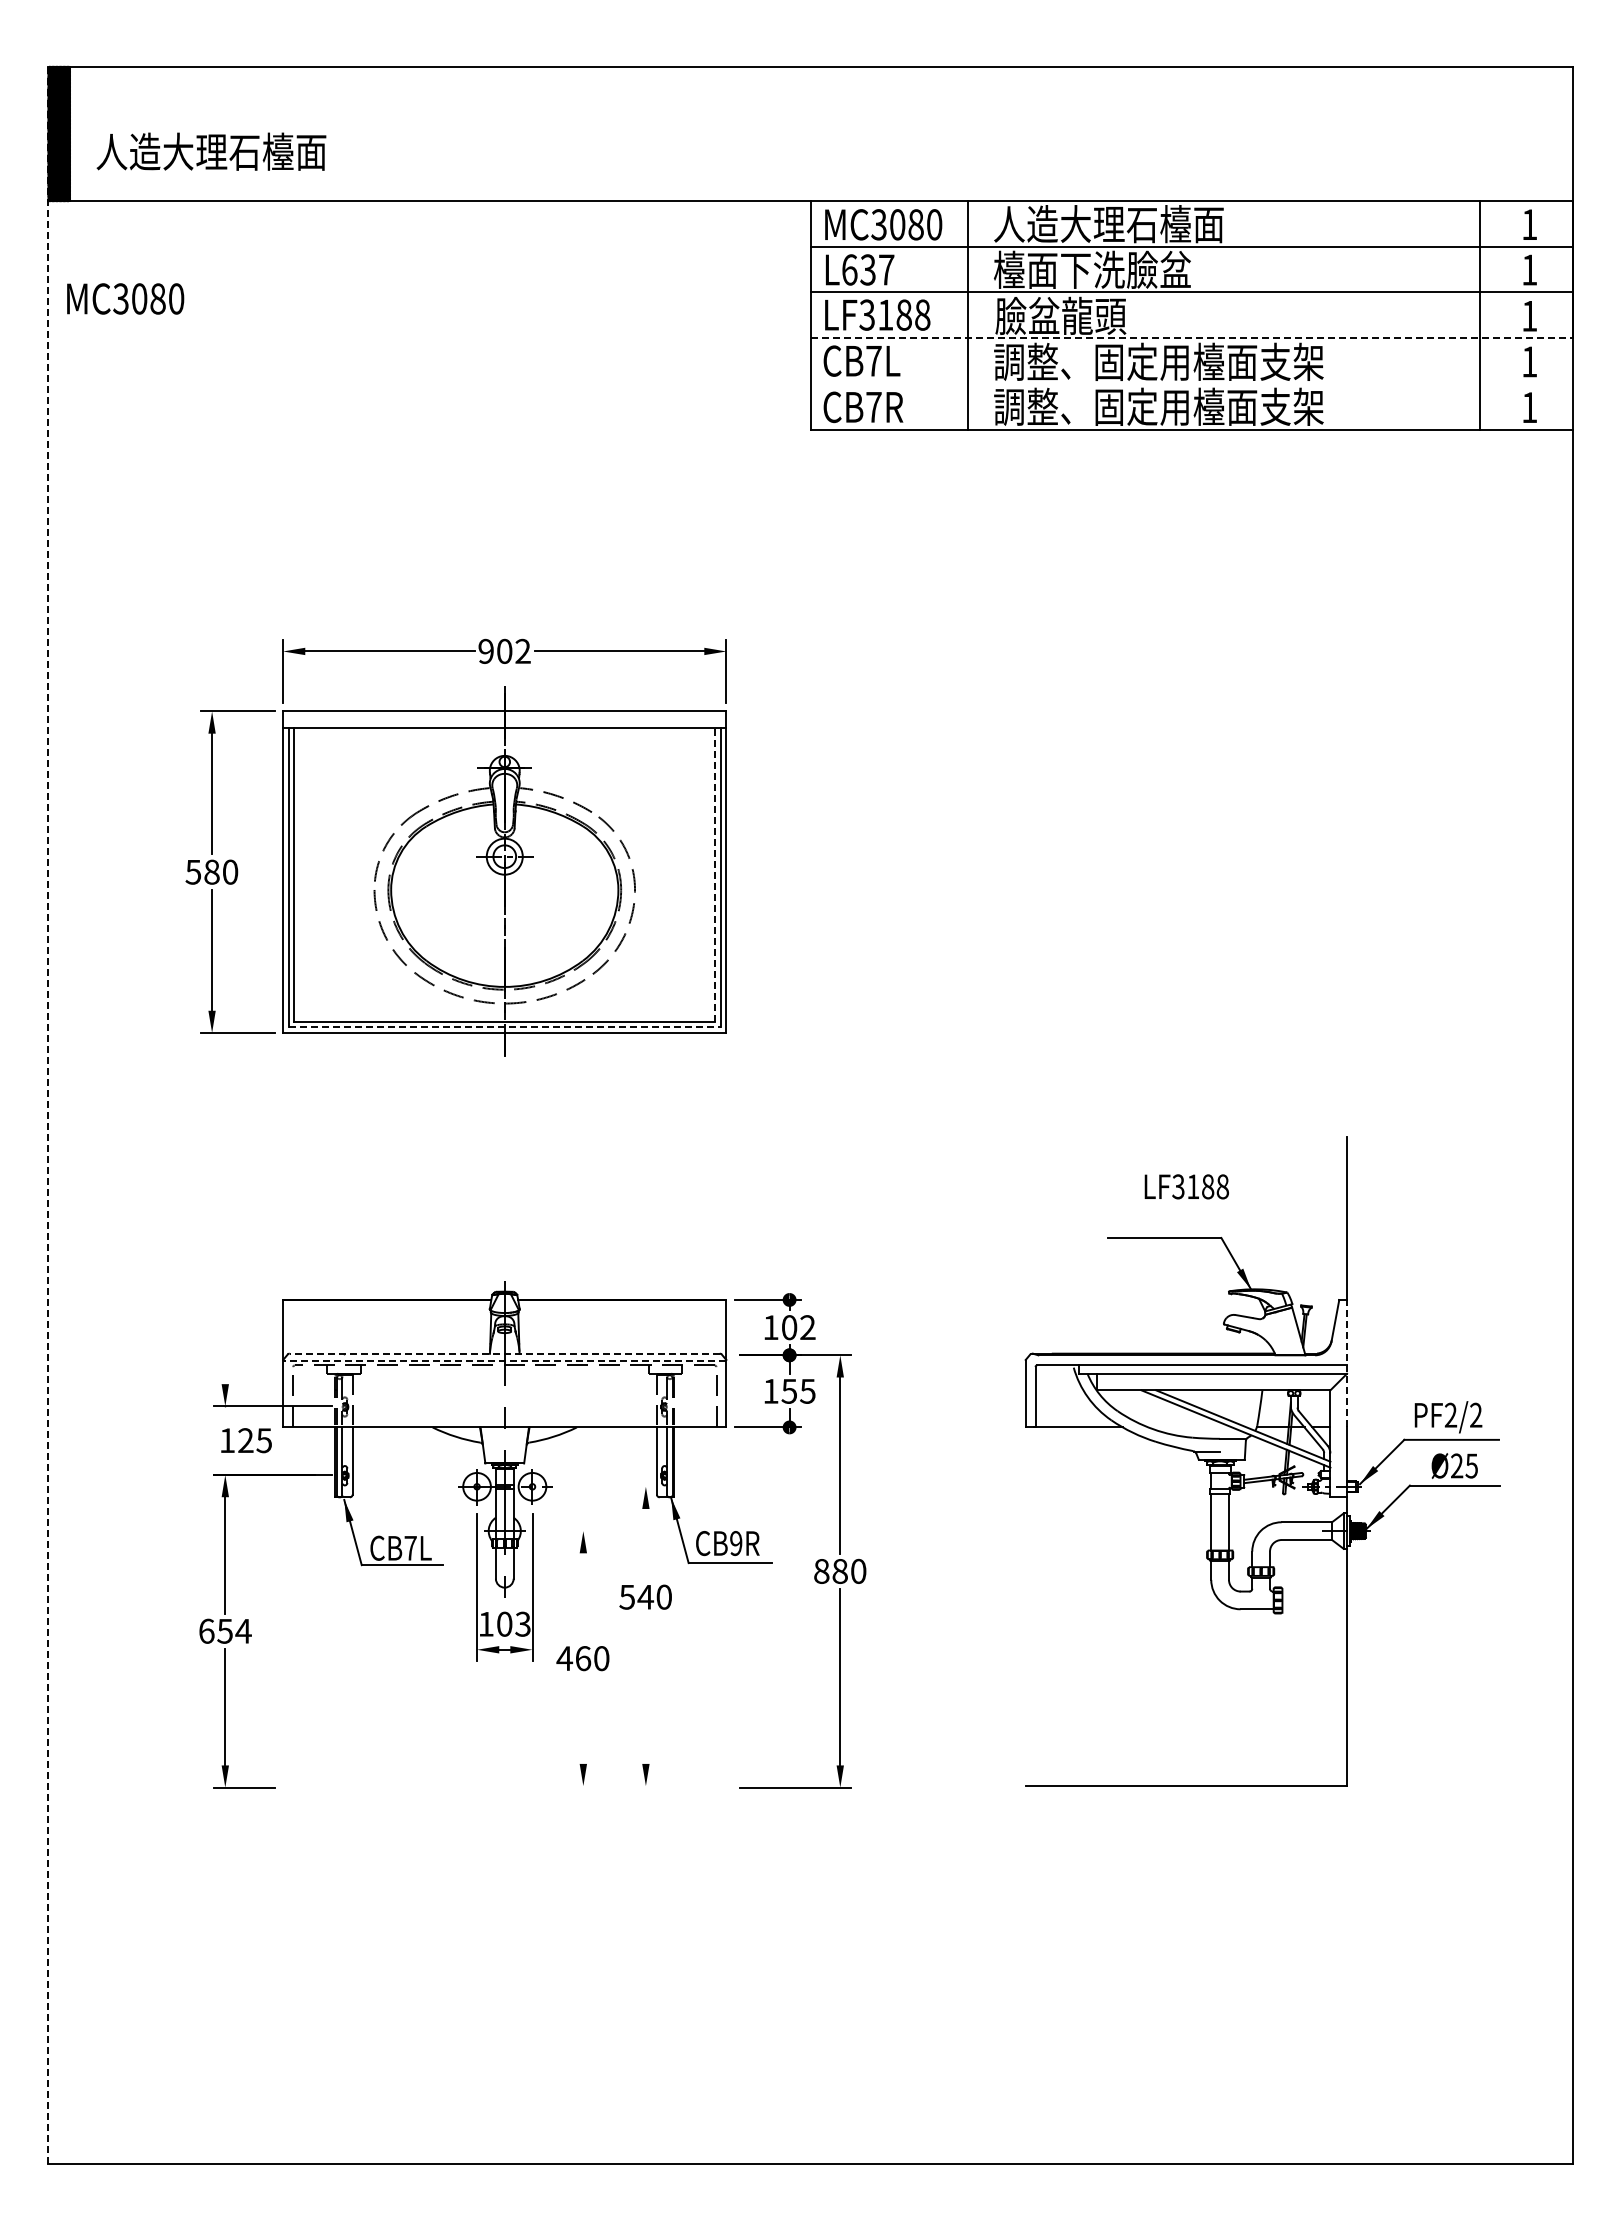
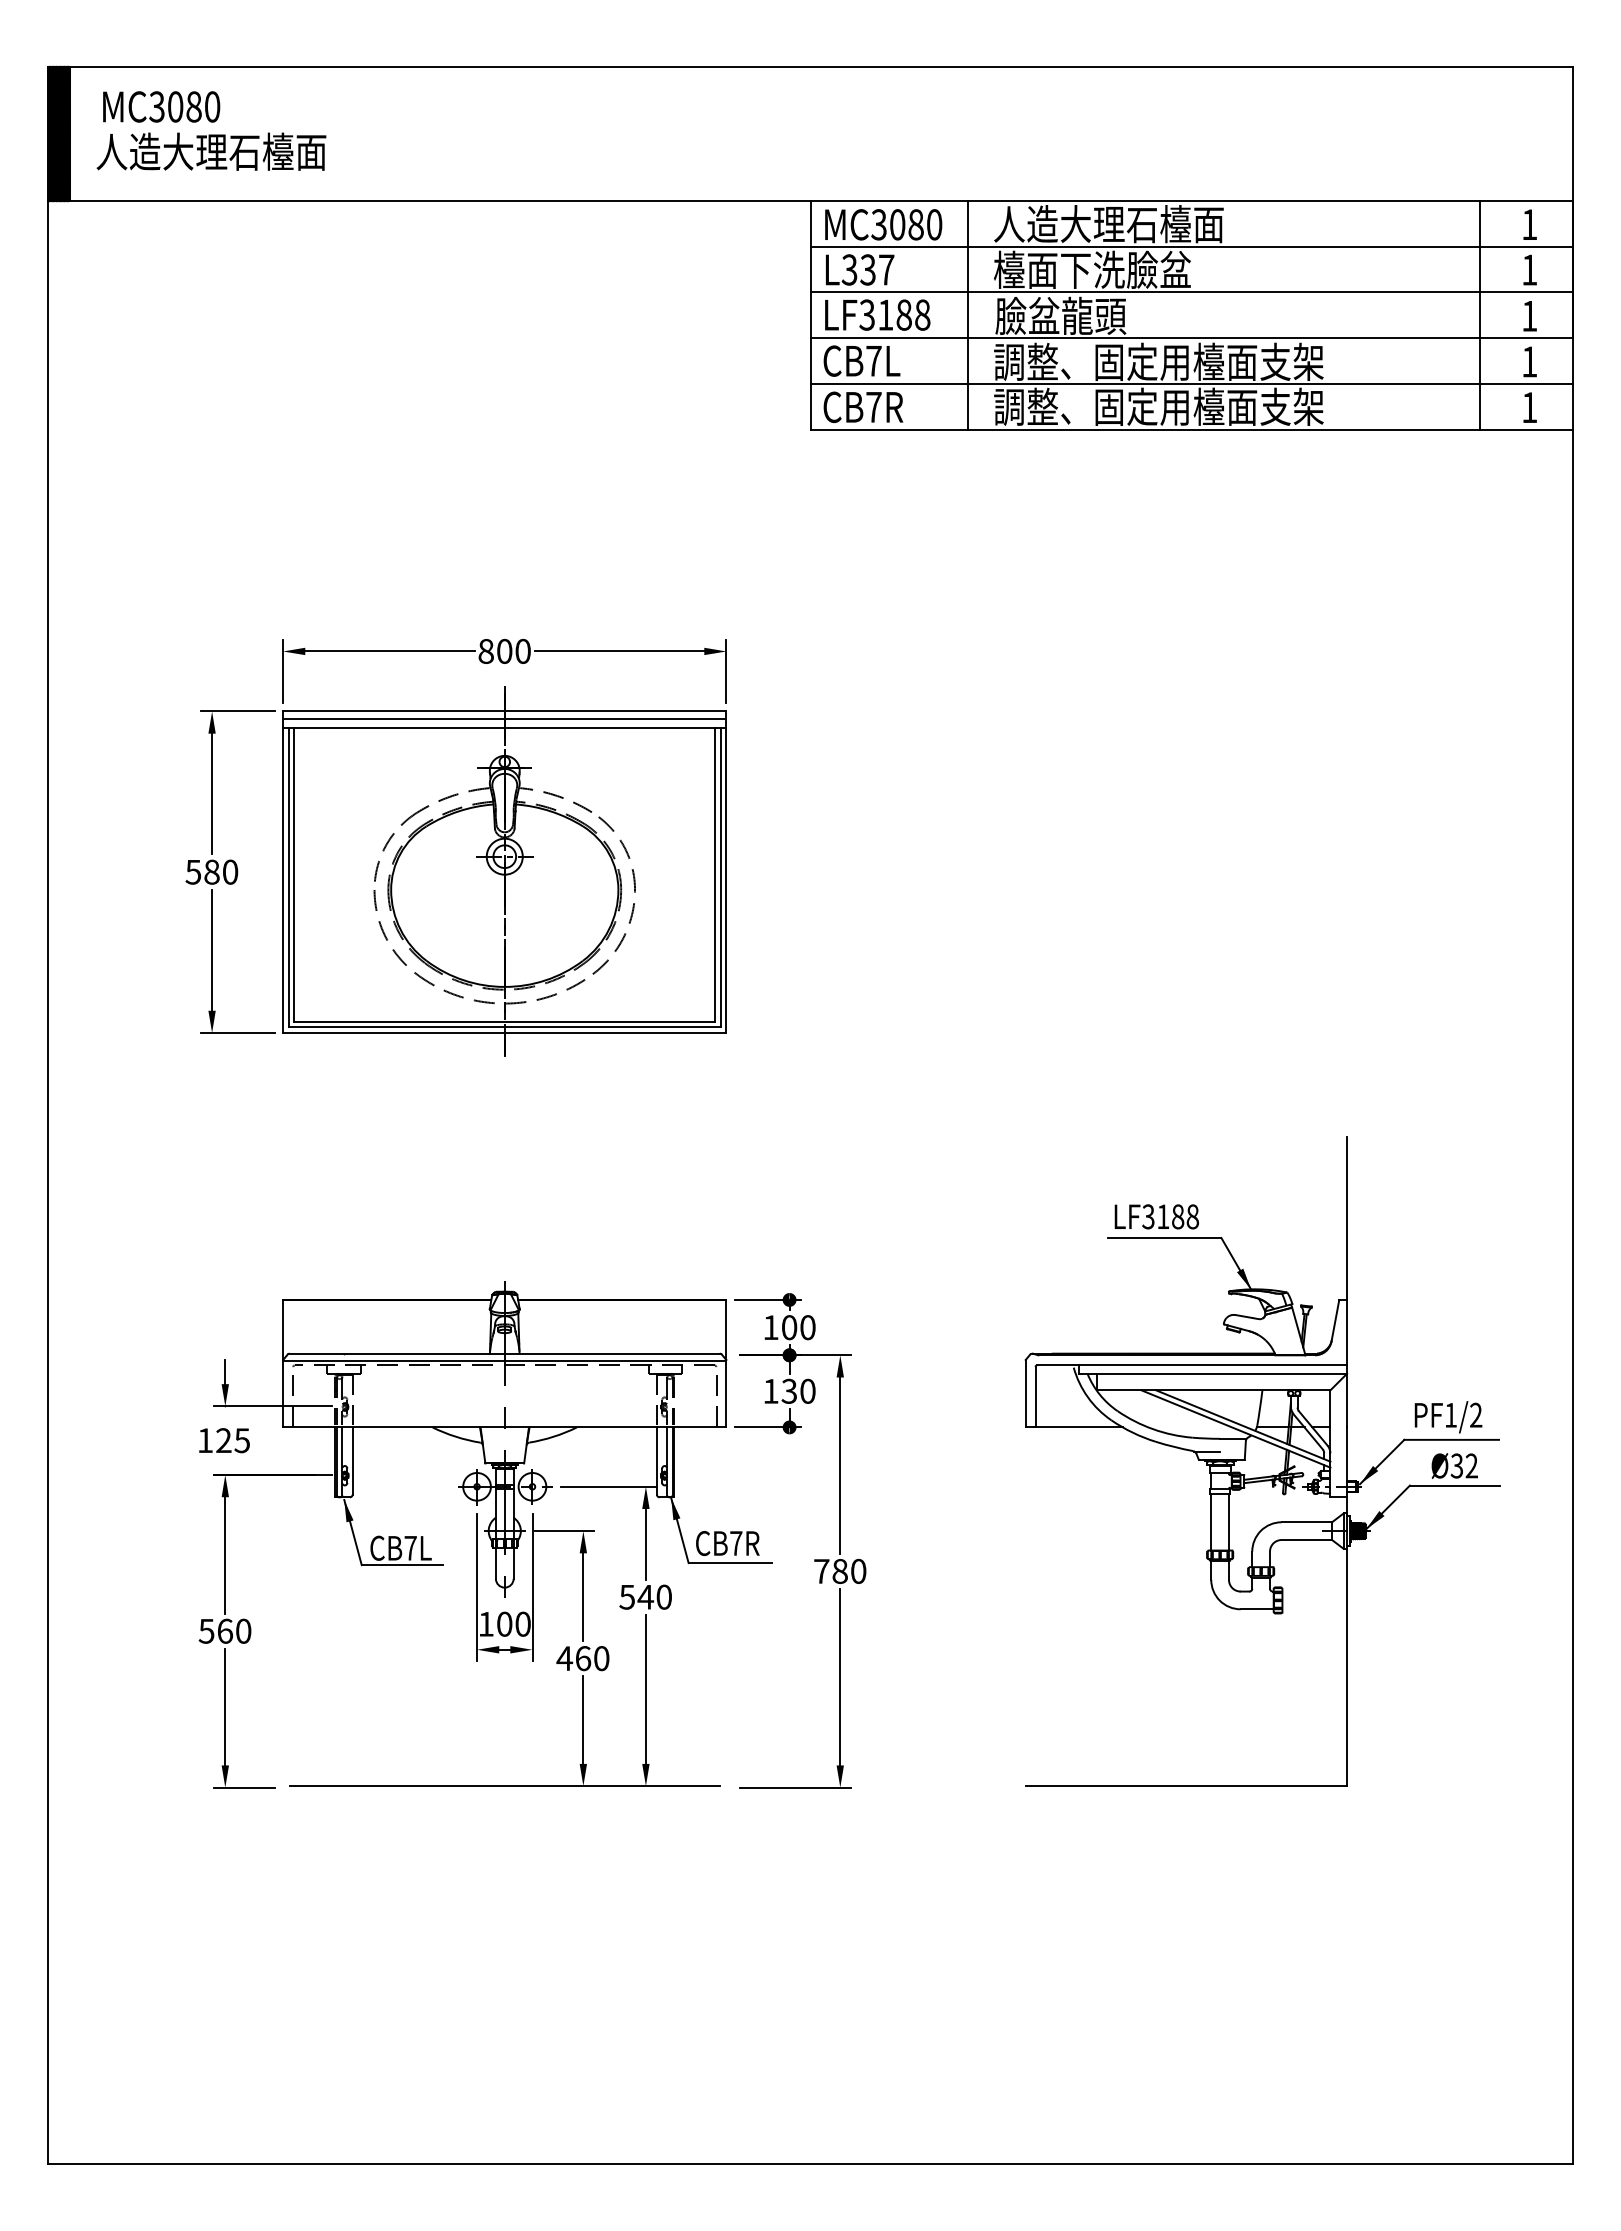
text at (849, 269): L637 -> L337
text at (125, 298) position: (125, 298) -> (161, 106)
line at (1192, 338): dashed -> solid
line at (1191, 383): none -> present
text at (504, 650): 902 -> 800
line at (504, 719): none -> present
line at (715, 874): dashed -> solid
line at (505, 1027): dashed -> solid
line at (48, 1115): dashed -> solid
text at (1186, 1186) position: (1186, 1186) -> (1156, 1216)
text at (807, 1327): 102 -> 100
line at (504, 1353): dashed -> solid
line at (504, 1360): dashed -> solid
line at (1347, 1363): dashed -> solid
line at (225, 1371): none -> present
text at (798, 1390): 155 -> 130
text at (1450, 1414): PF2/2 -> PF1/2
text at (246, 1440) position: (246, 1440) -> (224, 1440)
text at (1463, 1465): Ø25 -> Ø32
line at (609, 1486): none -> present
line at (564, 1531): none -> present
line at (645, 1543): none -> present
text at (736, 1543): CB9R -> CB7R
text at (821, 1571): 880 -> 780
line at (583, 1596): none -> present
text at (522, 1623): 103 -> 100
text at (224, 1630): 654 -> 560
line at (645, 1688): none -> present
line at (583, 1719): none -> present
line at (504, 1786): none -> present
